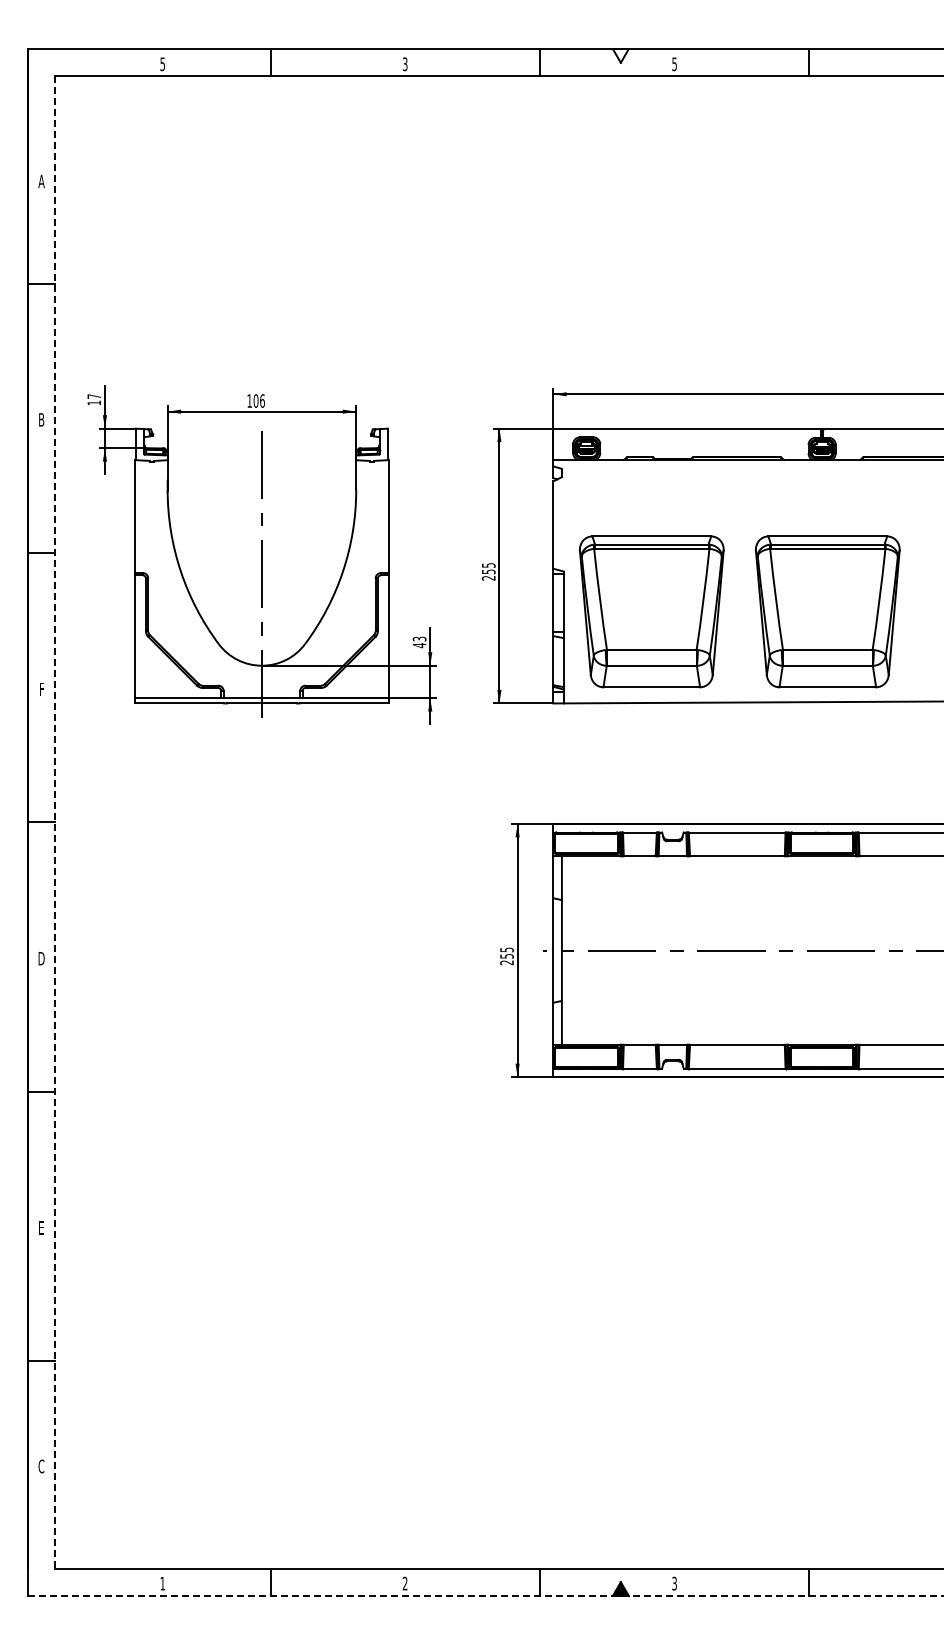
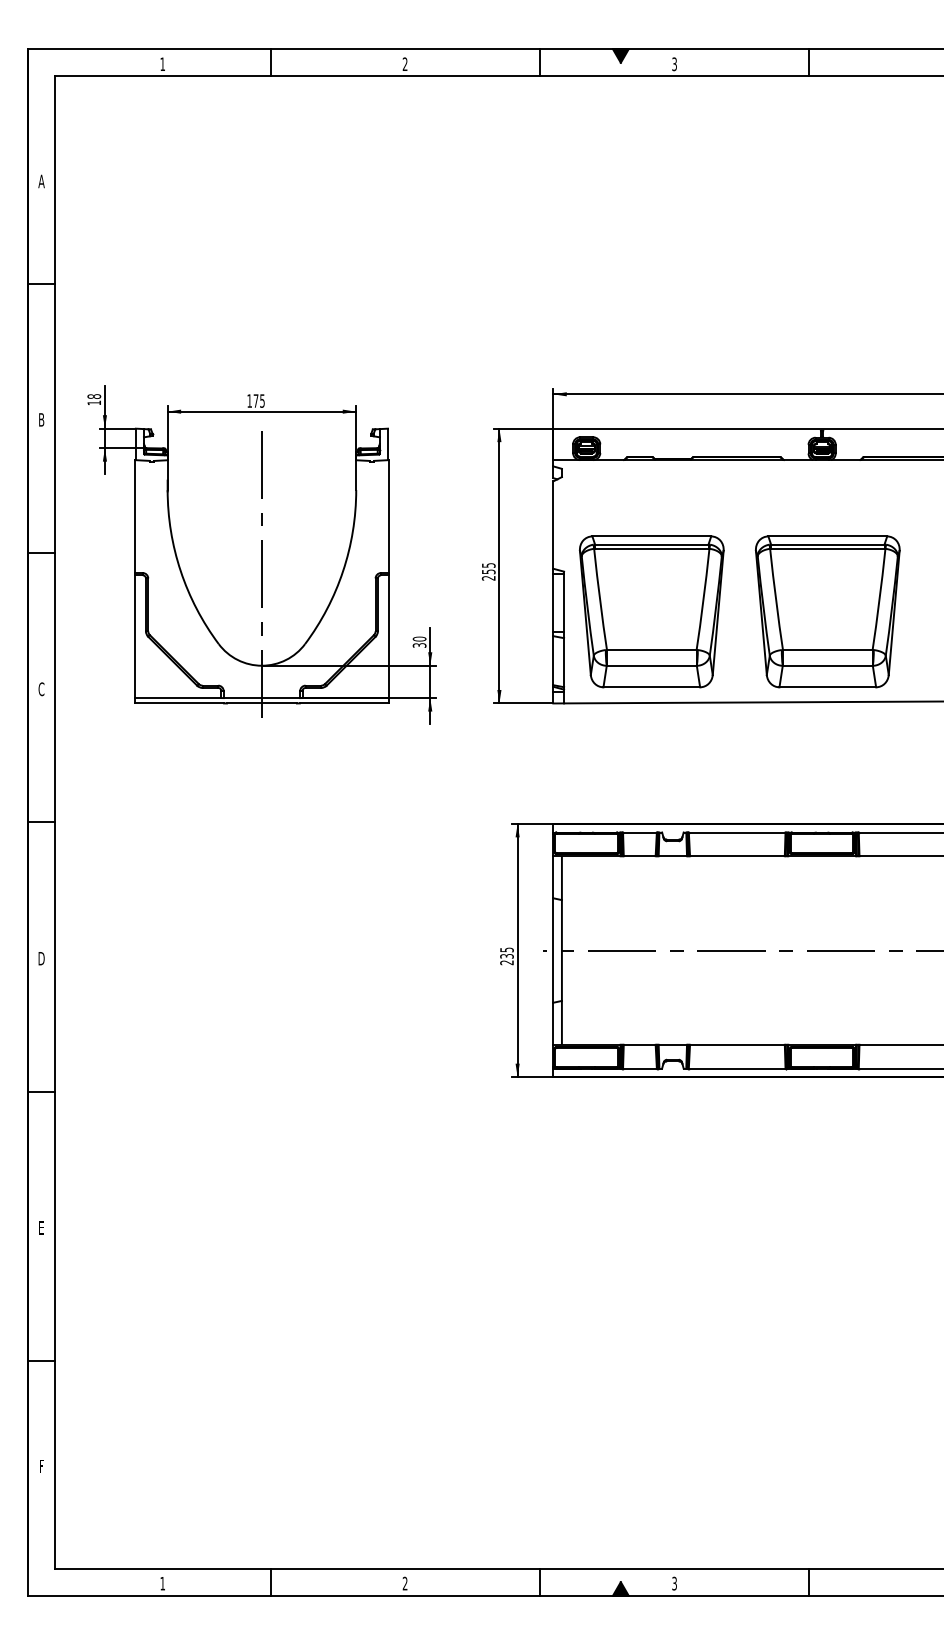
fill at (620, 55): none -> present
text at (674, 63): 5 -> 3
text at (162, 64): 5 -> 1
text at (404, 64): 3 -> 2
text at (94, 396): 17 -> 18
text at (258, 400): 106 -> 175
text at (419, 642): 43 -> 30
text at (41, 689): F -> C
line at (55, 822): dashed -> solid
text at (506, 956): 255 -> 235
text at (41, 1466): C -> F
line at (486, 1595): dashed -> solid
